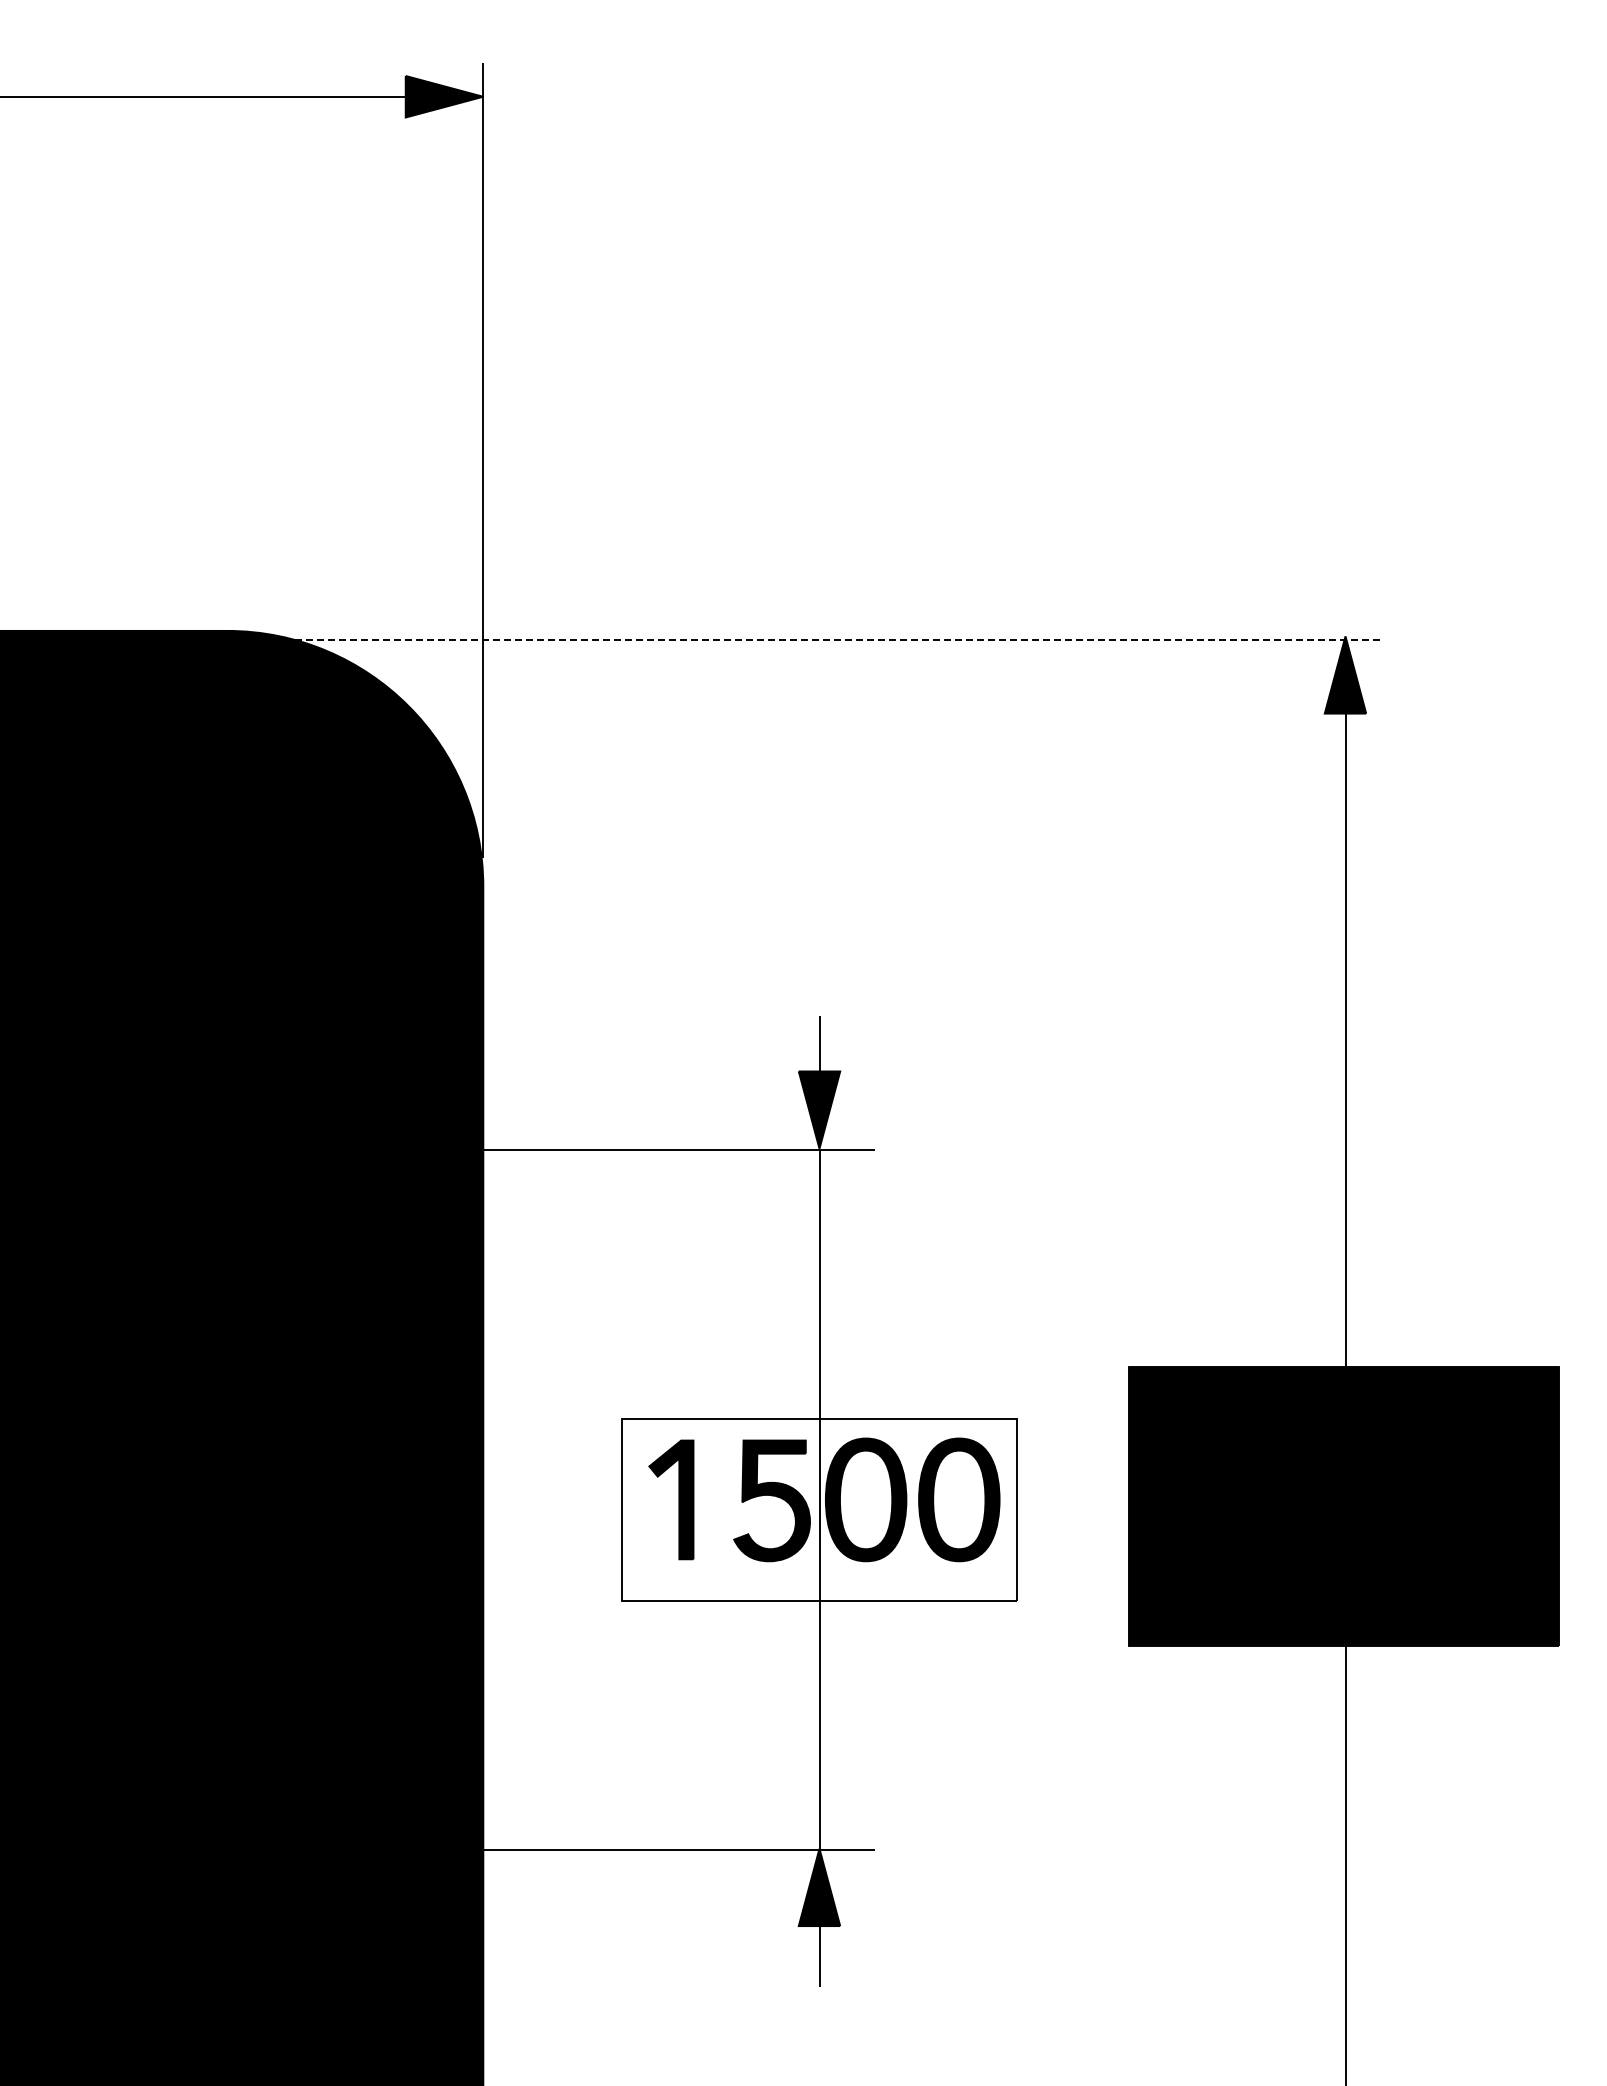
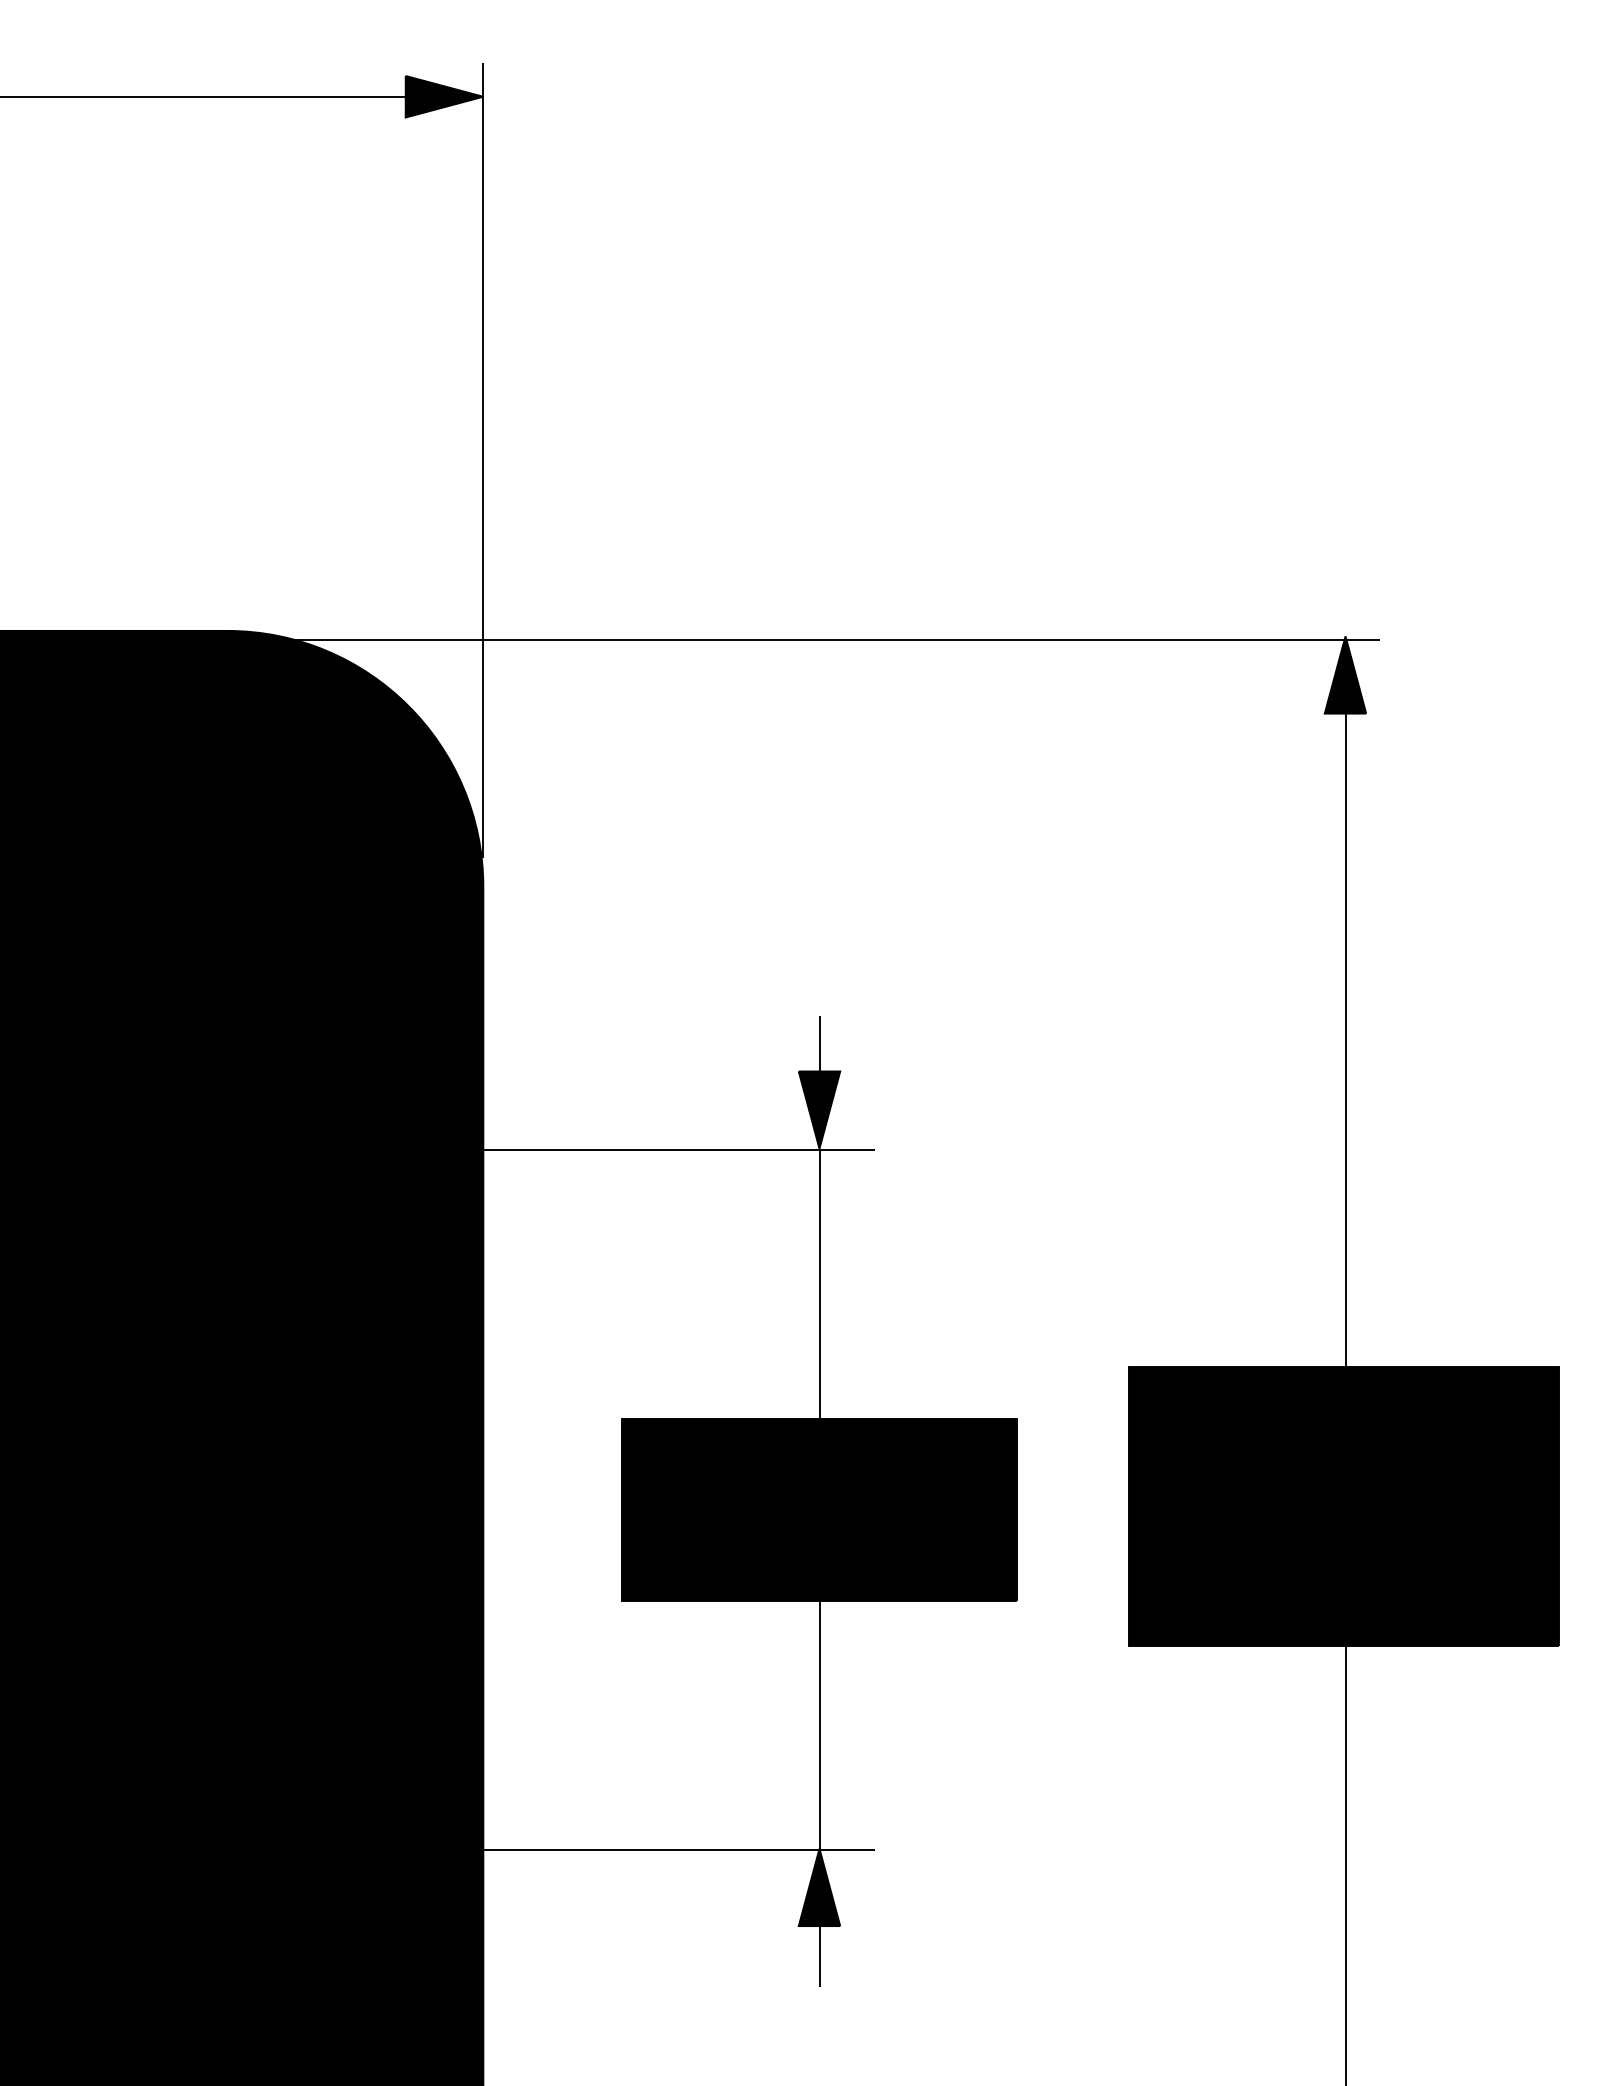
line at (807, 639): dashed -> solid
fill at (819, 1509): none -> present
